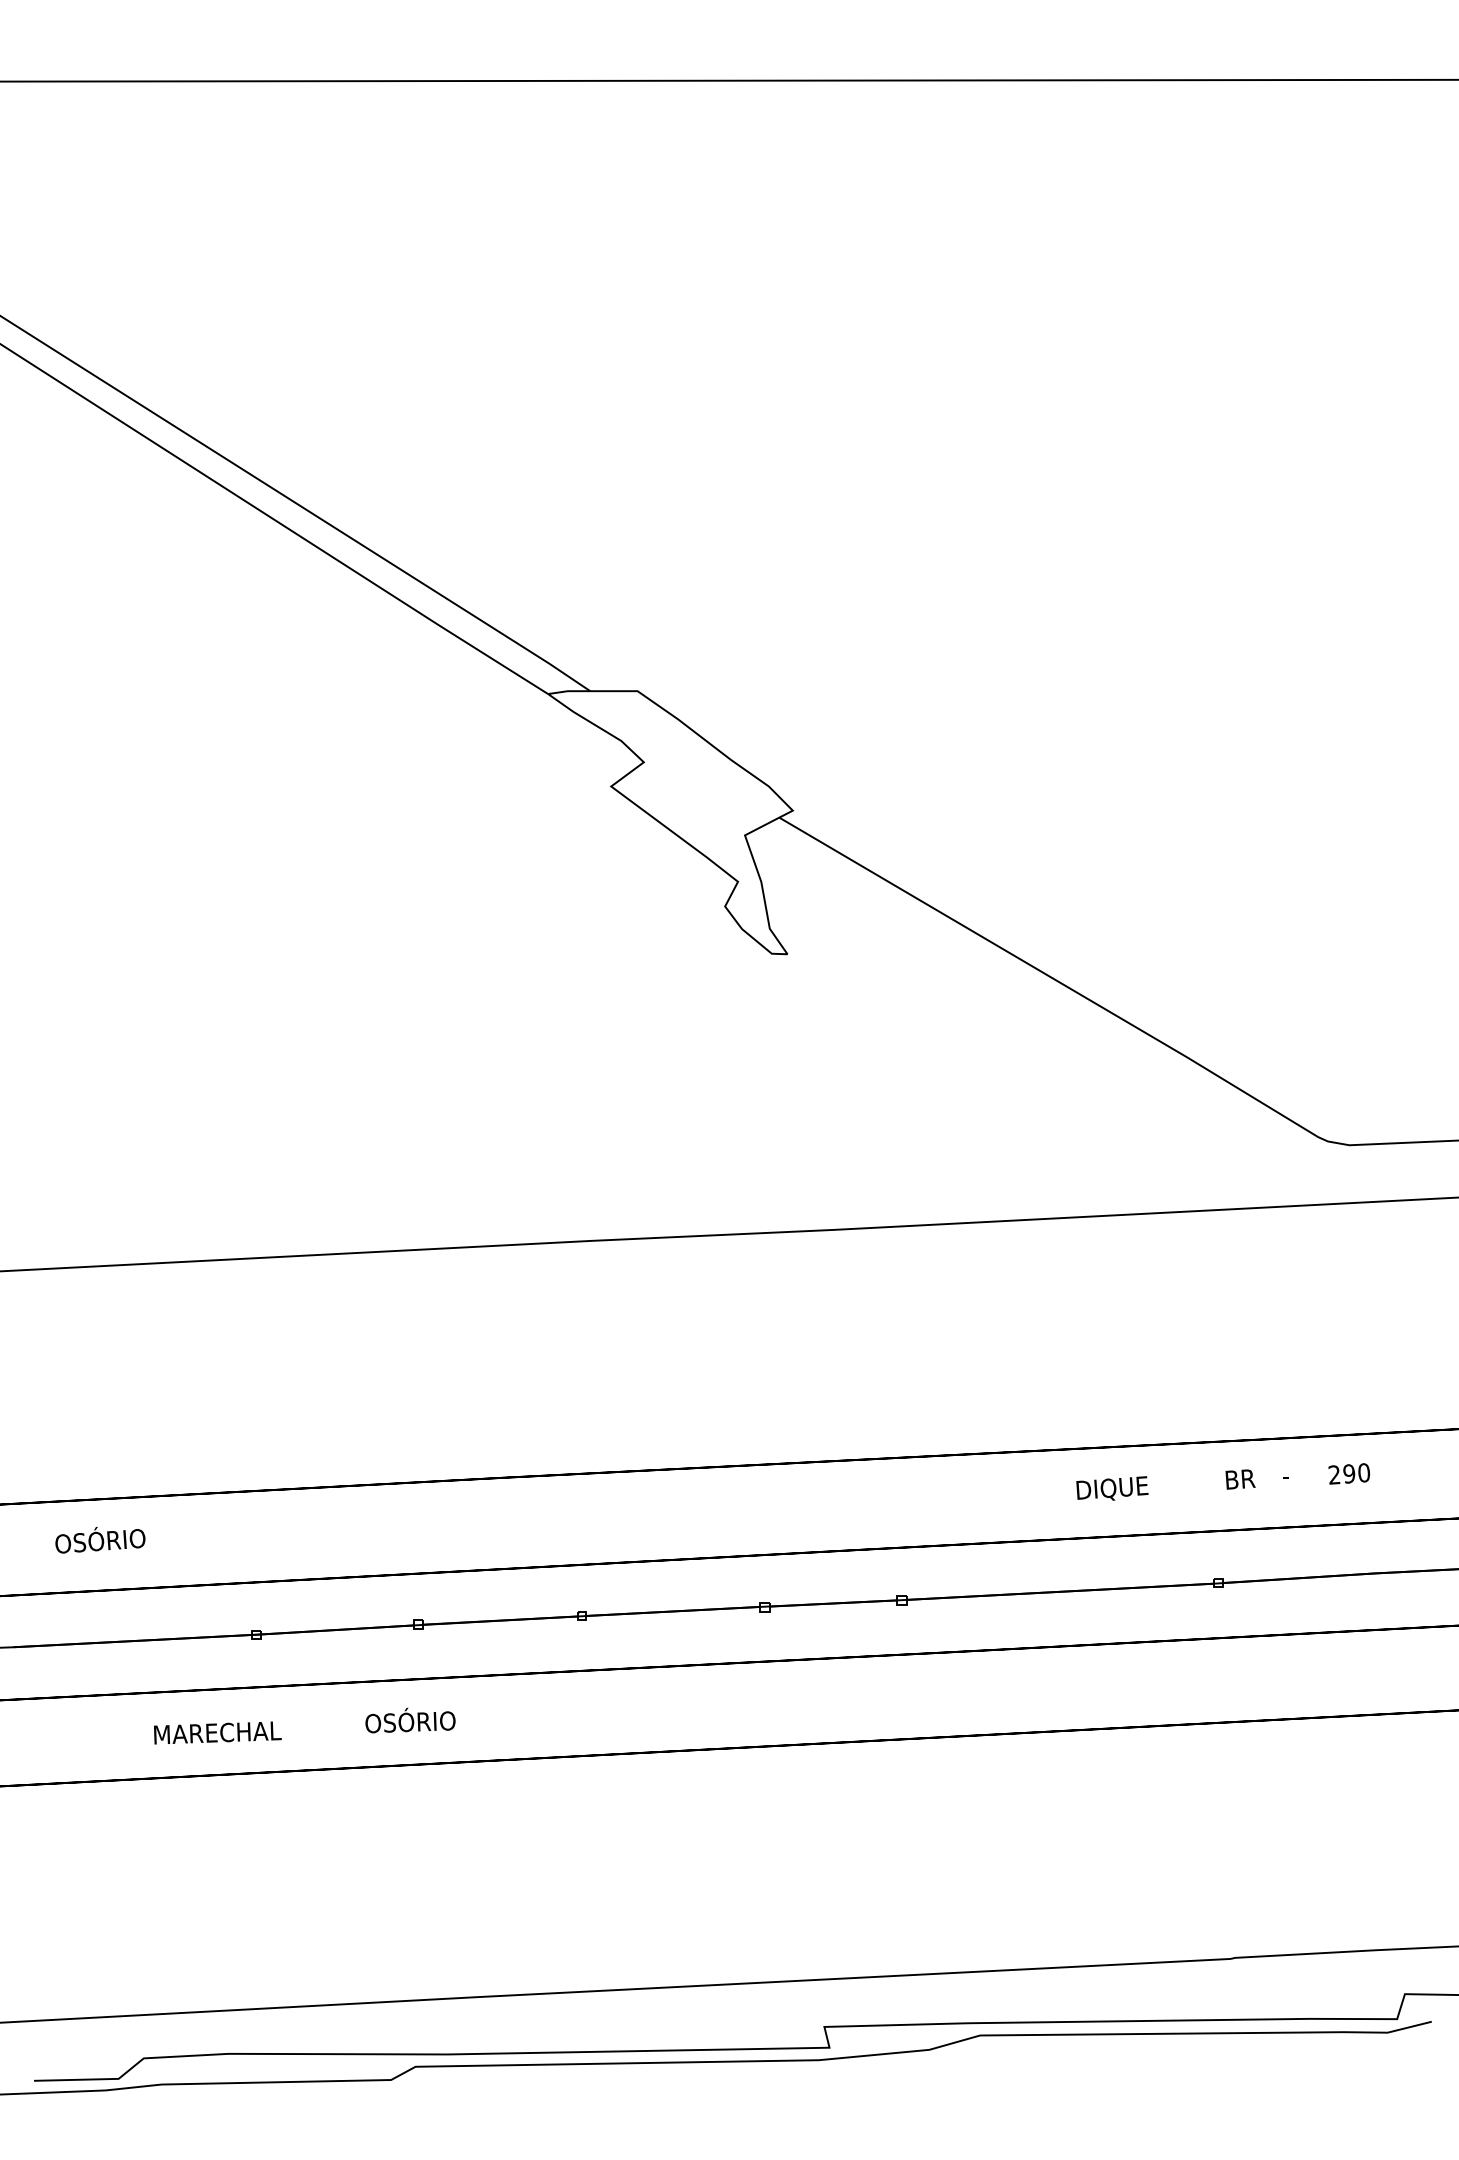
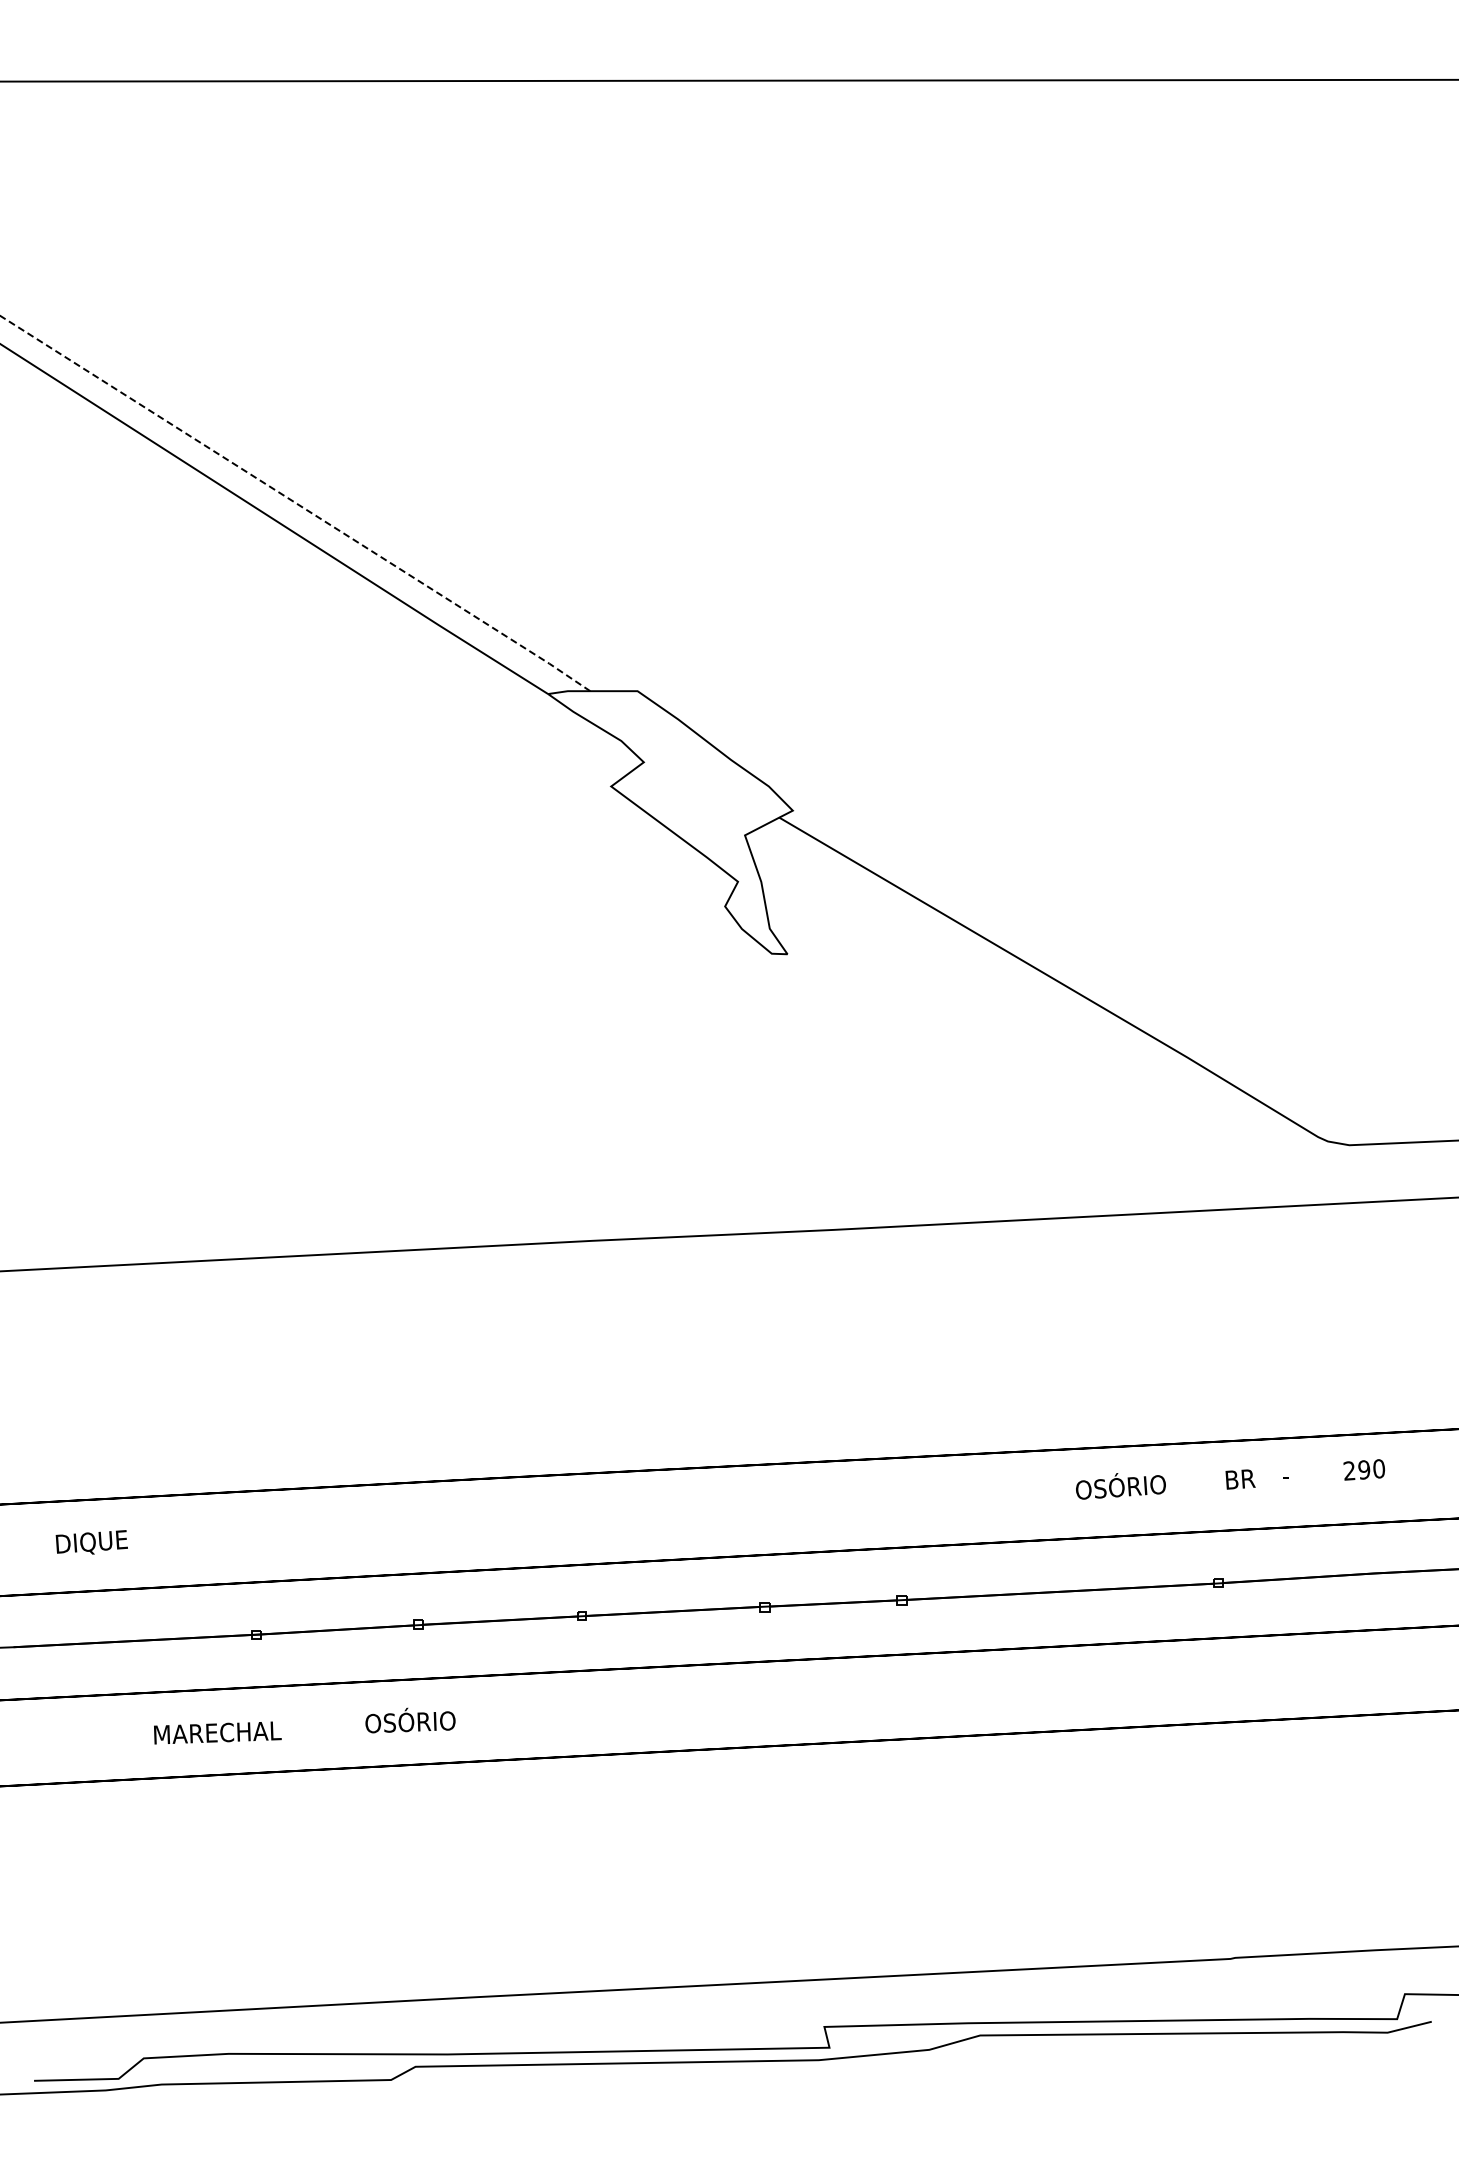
line at (296, 503): solid -> dashed
text at (1348, 1473) position: (1348, 1473) -> (1363, 1469)
text at (1120, 1486): DIQUE -> OSÓRIO
text at (100, 1540): OSÓRIO -> DIQUE
